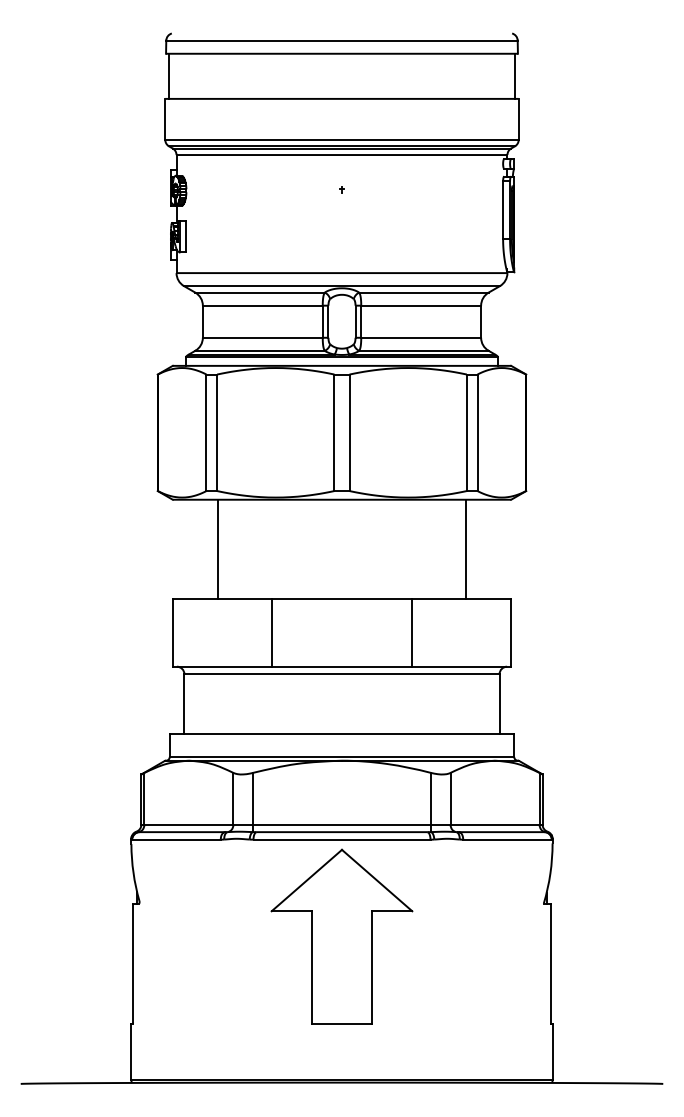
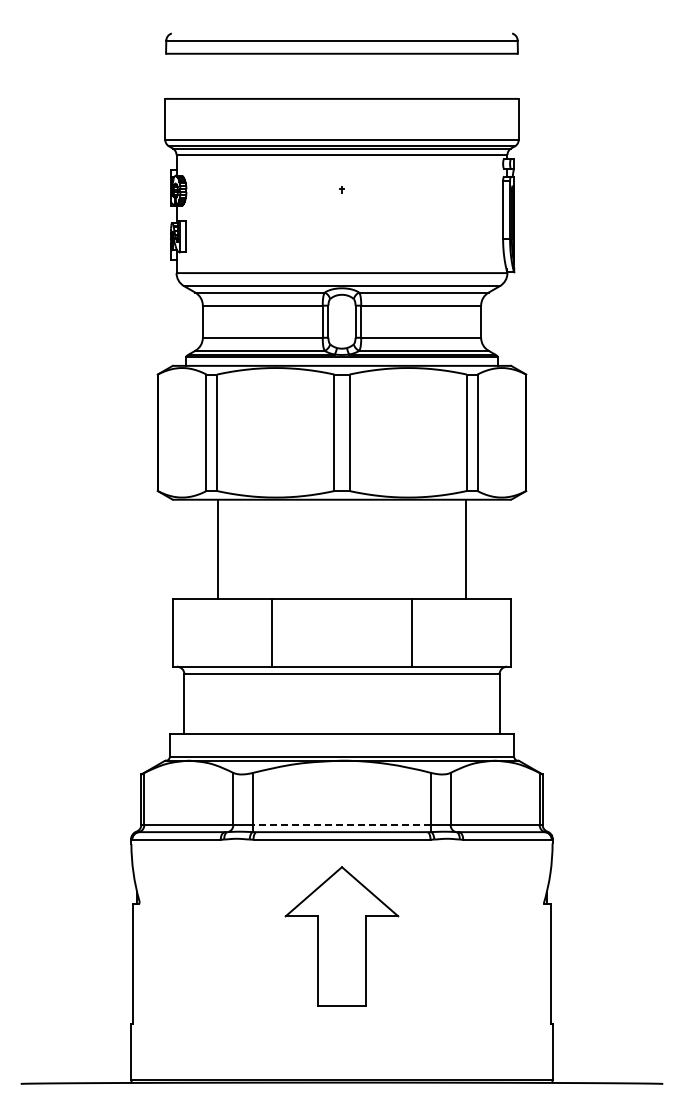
line at (169, 75): present -> none
line at (514, 75): present -> none
line at (341, 824): solid -> dashed
part at (341, 936) size: 144x177 px -> 116x141 px
